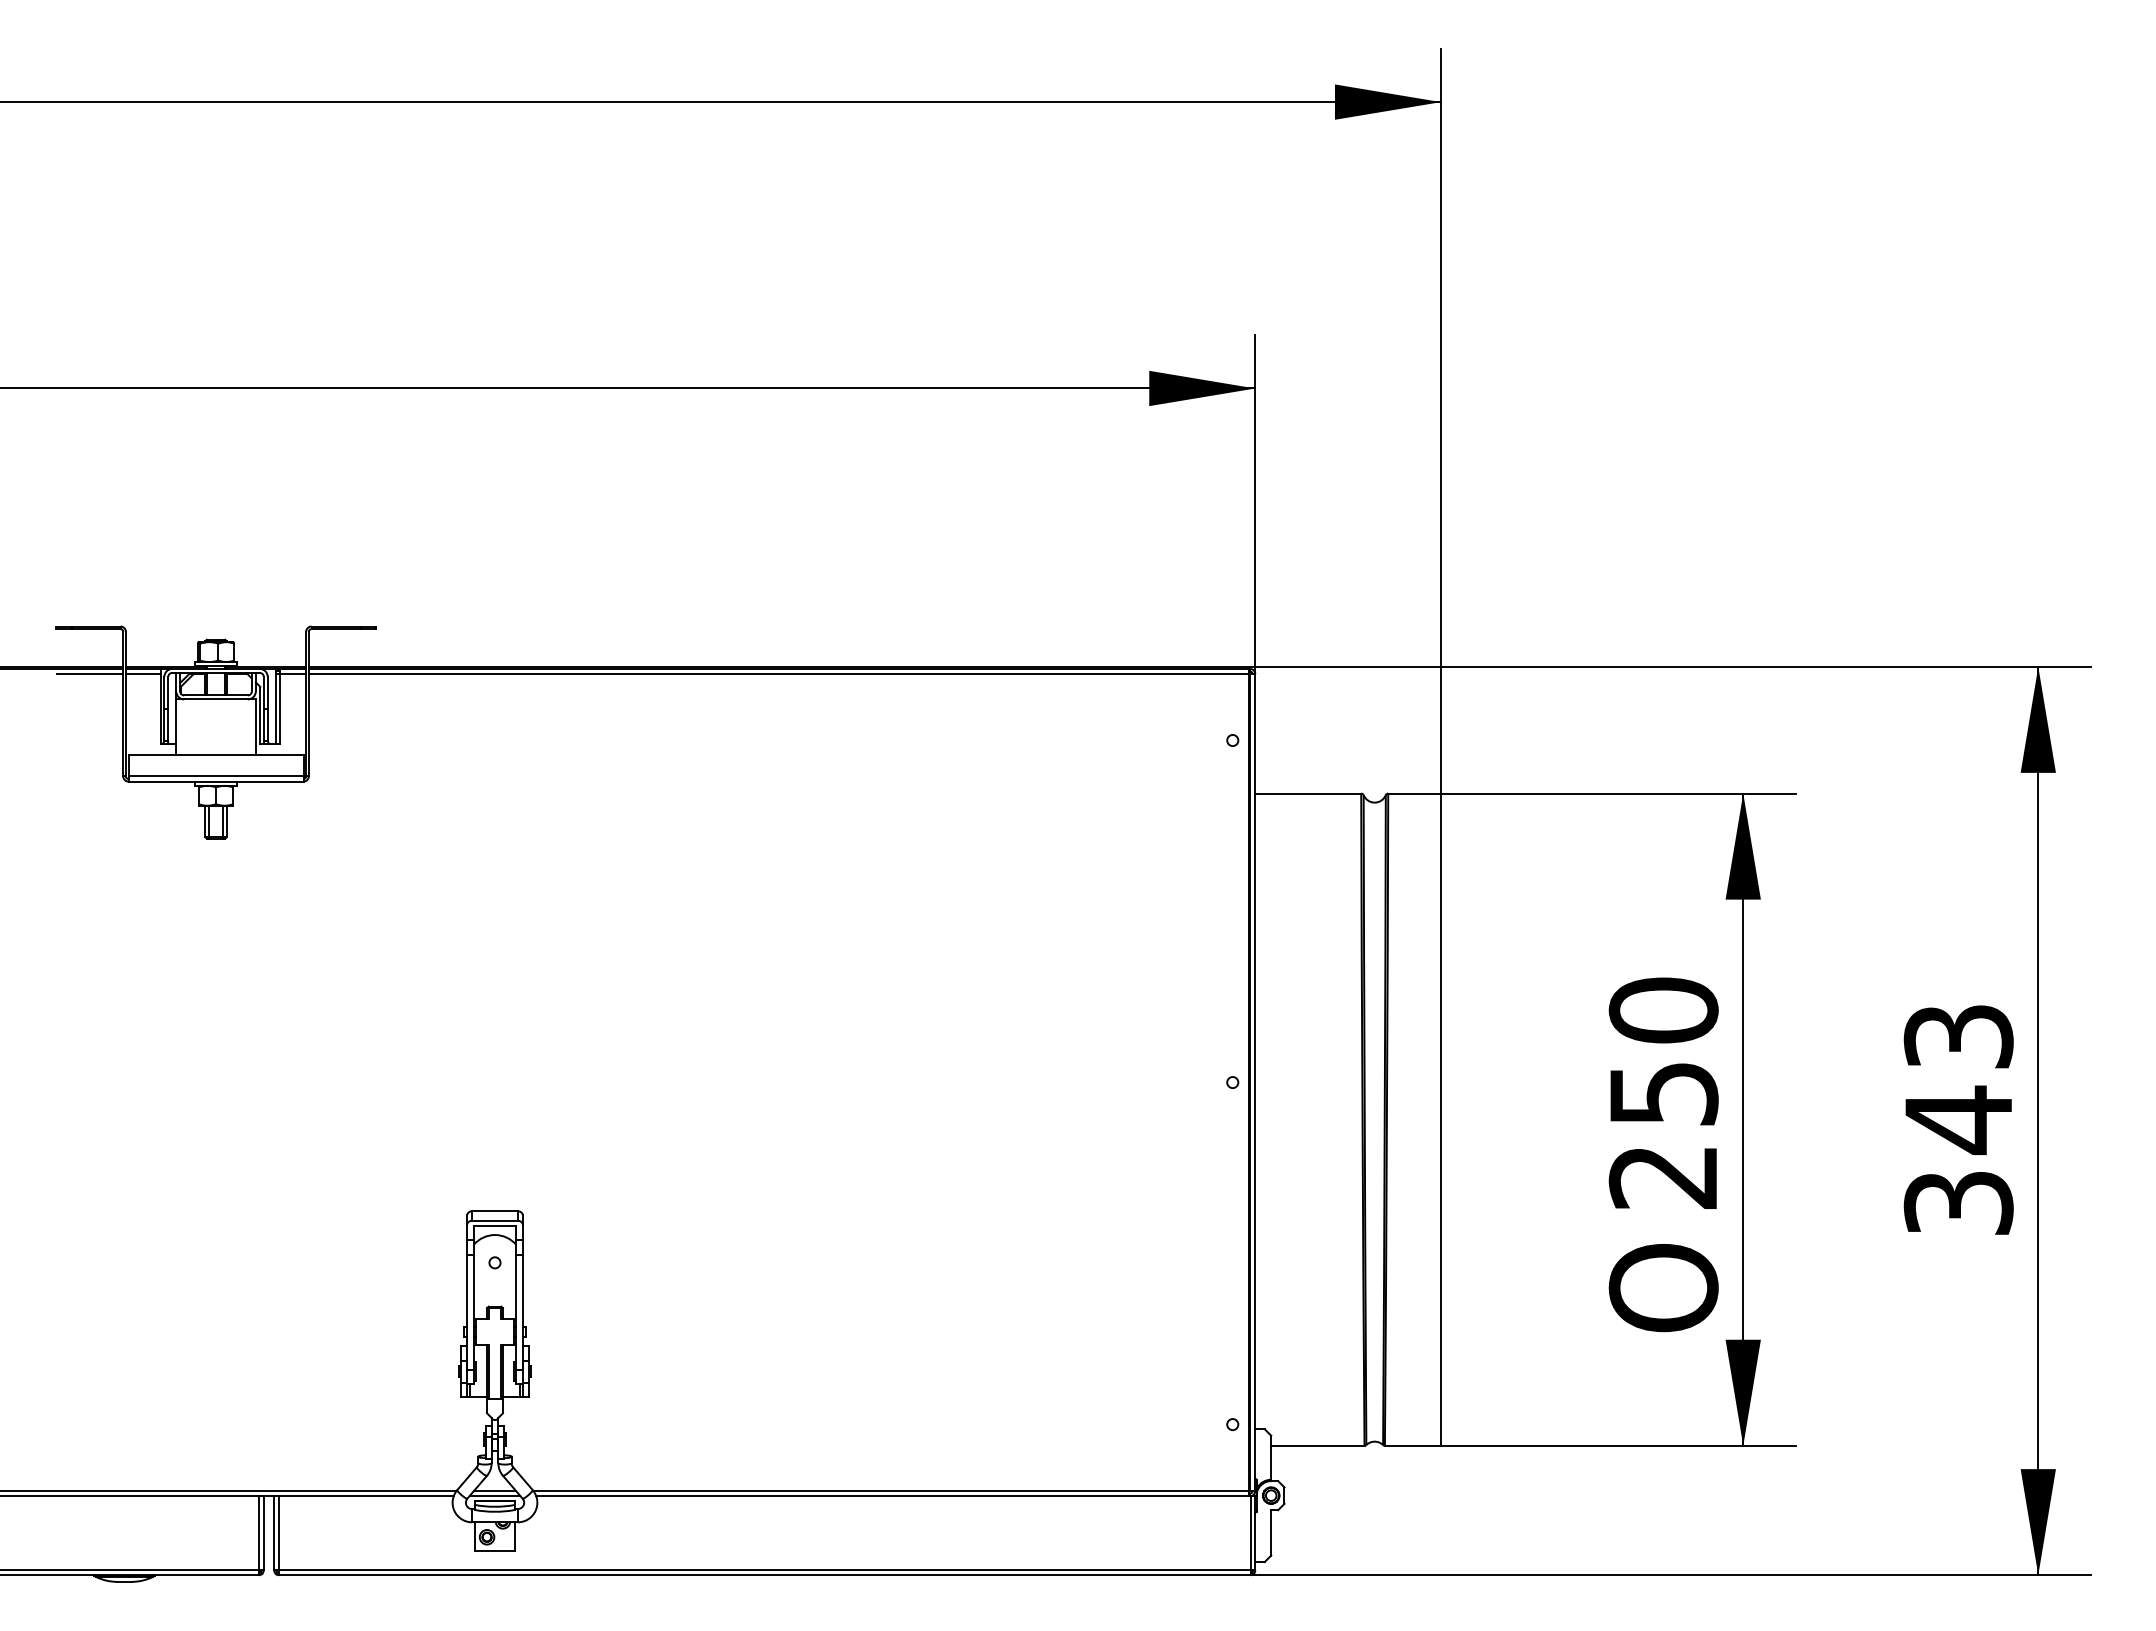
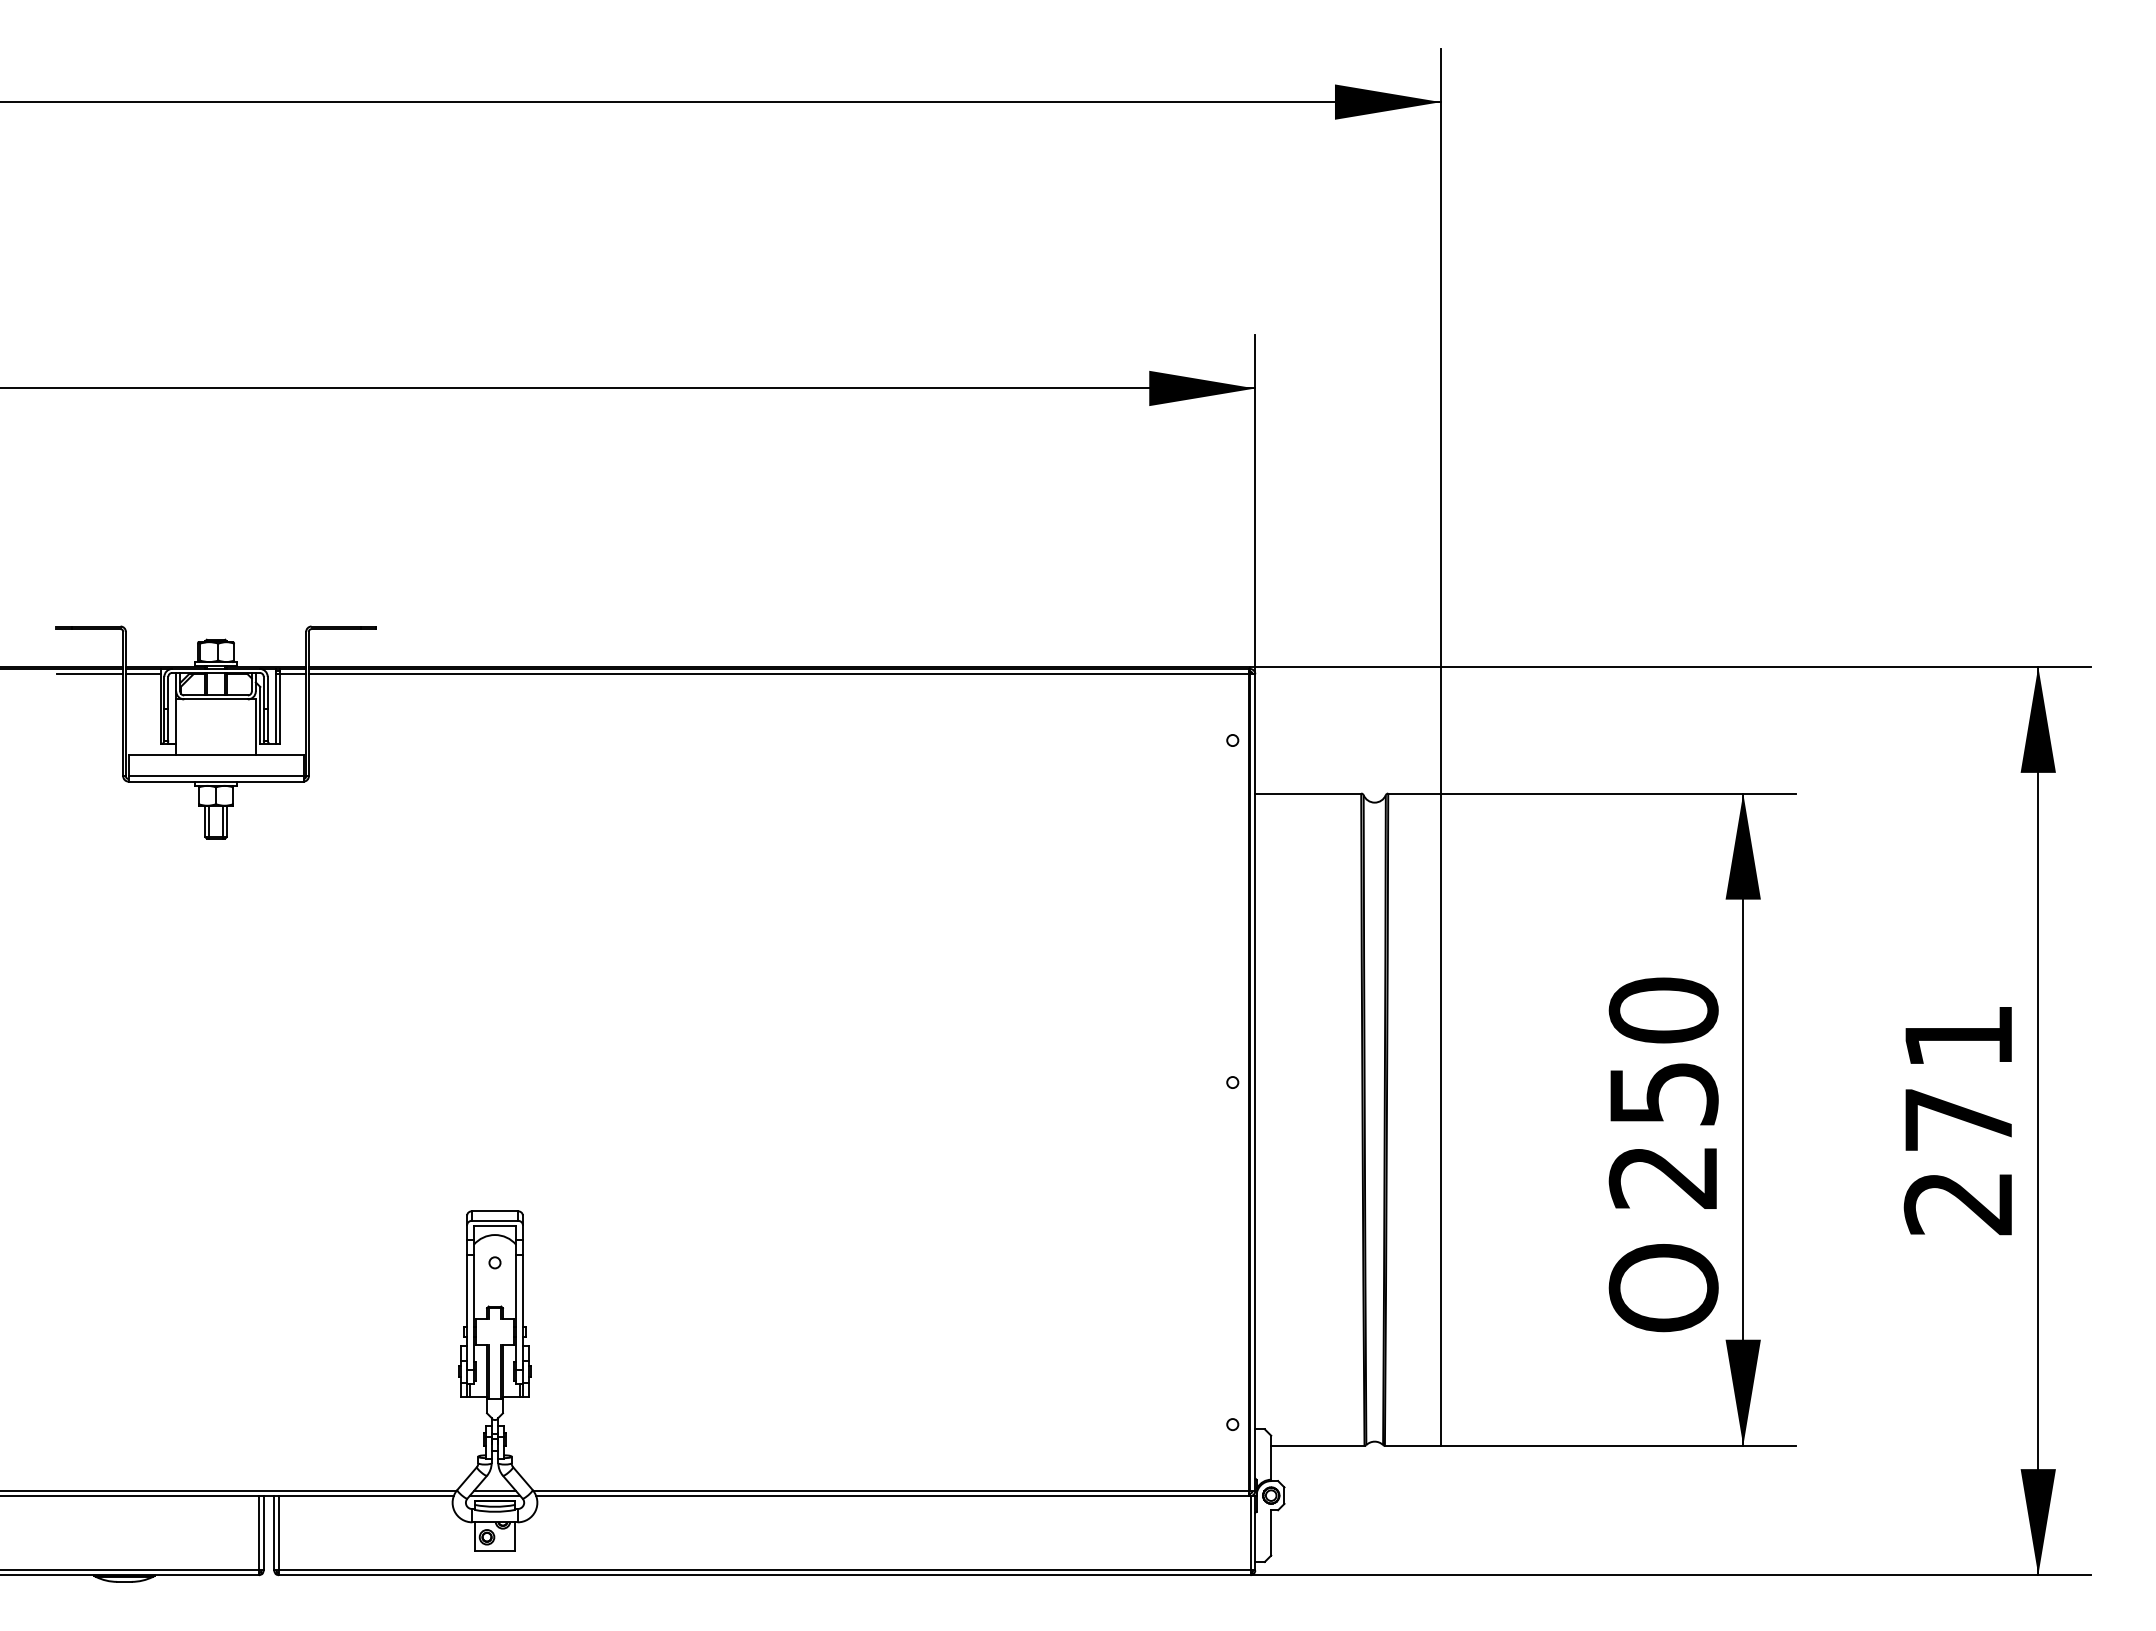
text at (1958, 1120): 343 -> 271
